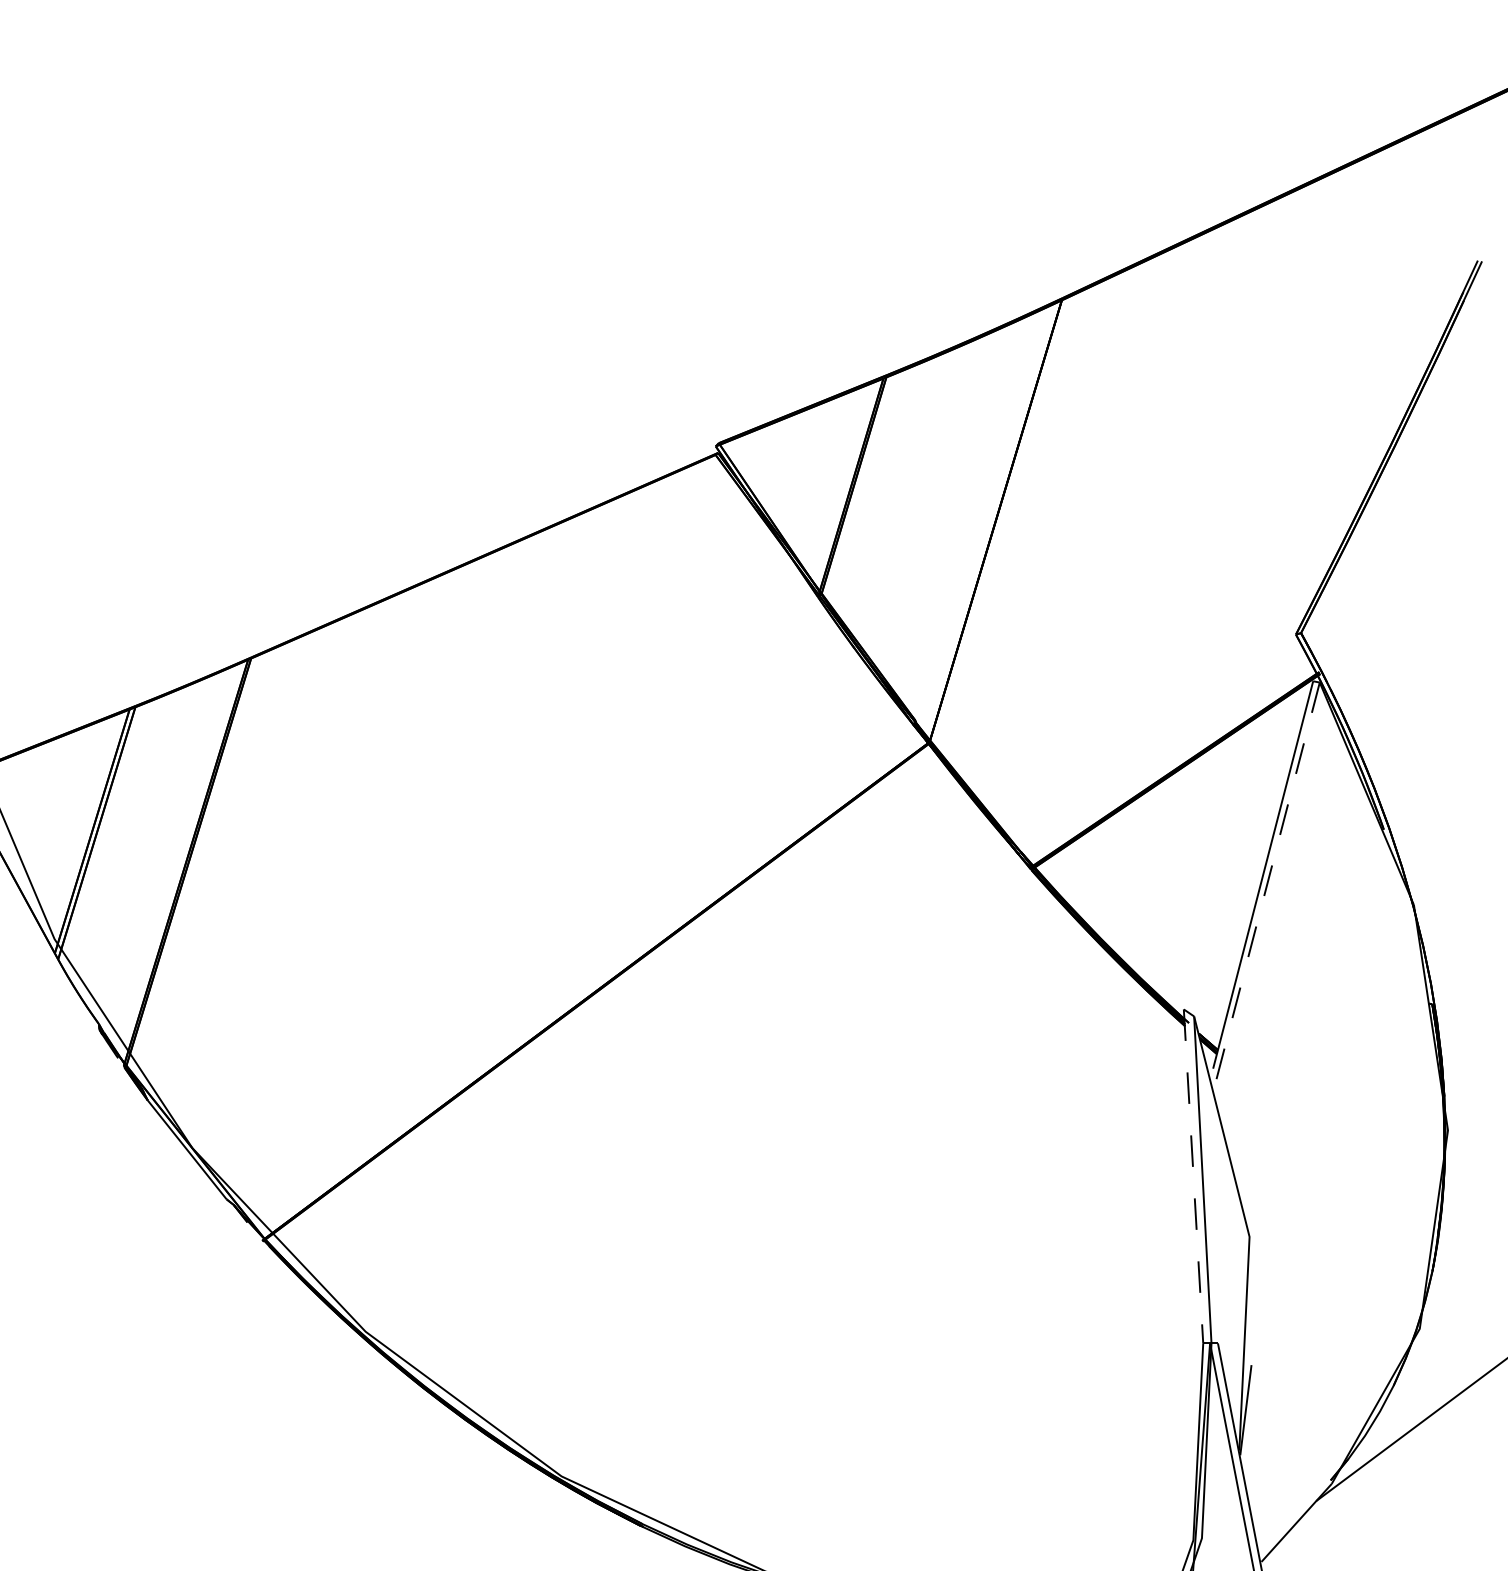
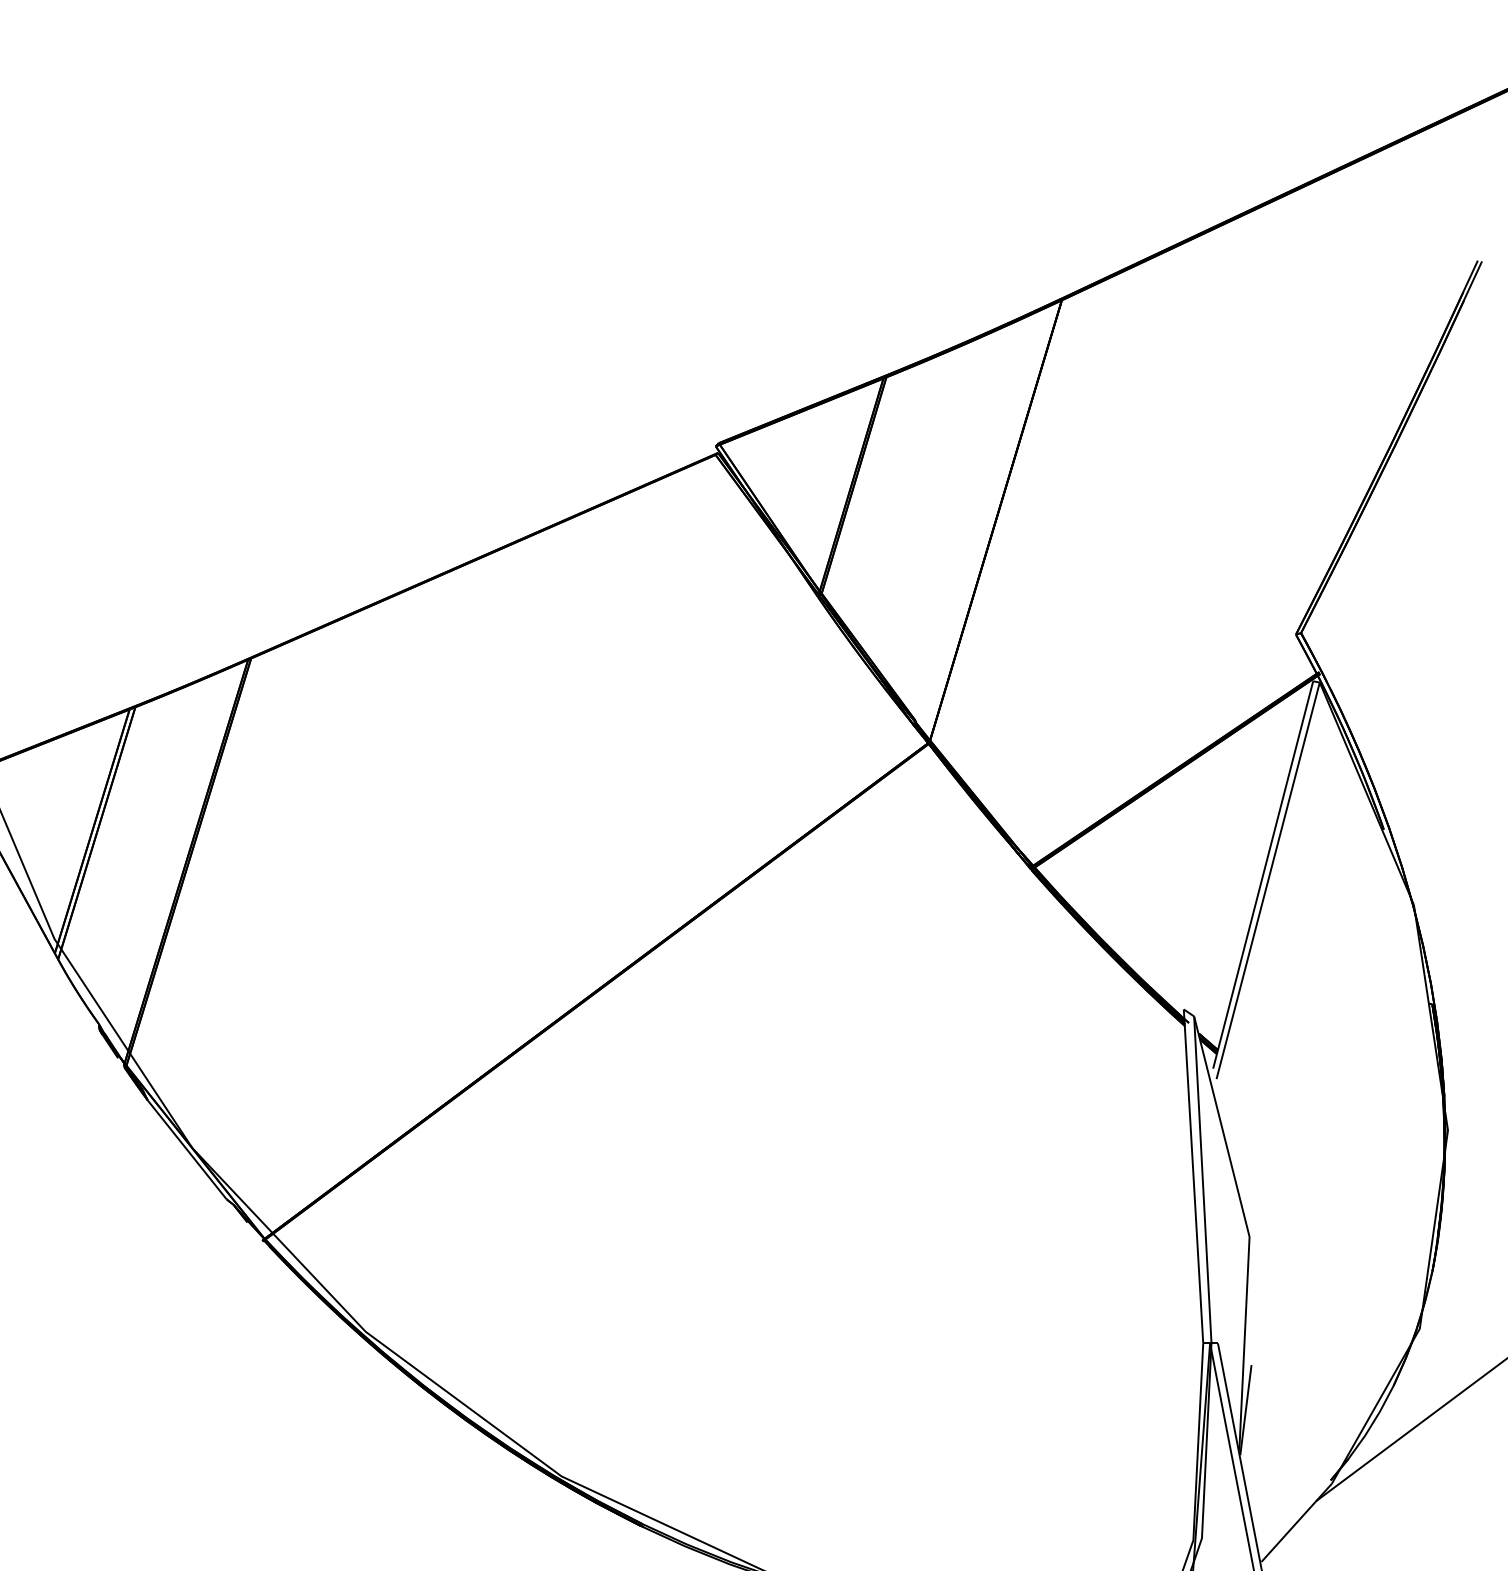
line at (1268, 880): dashed -> solid
line at (1193, 1176): dashed -> solid
